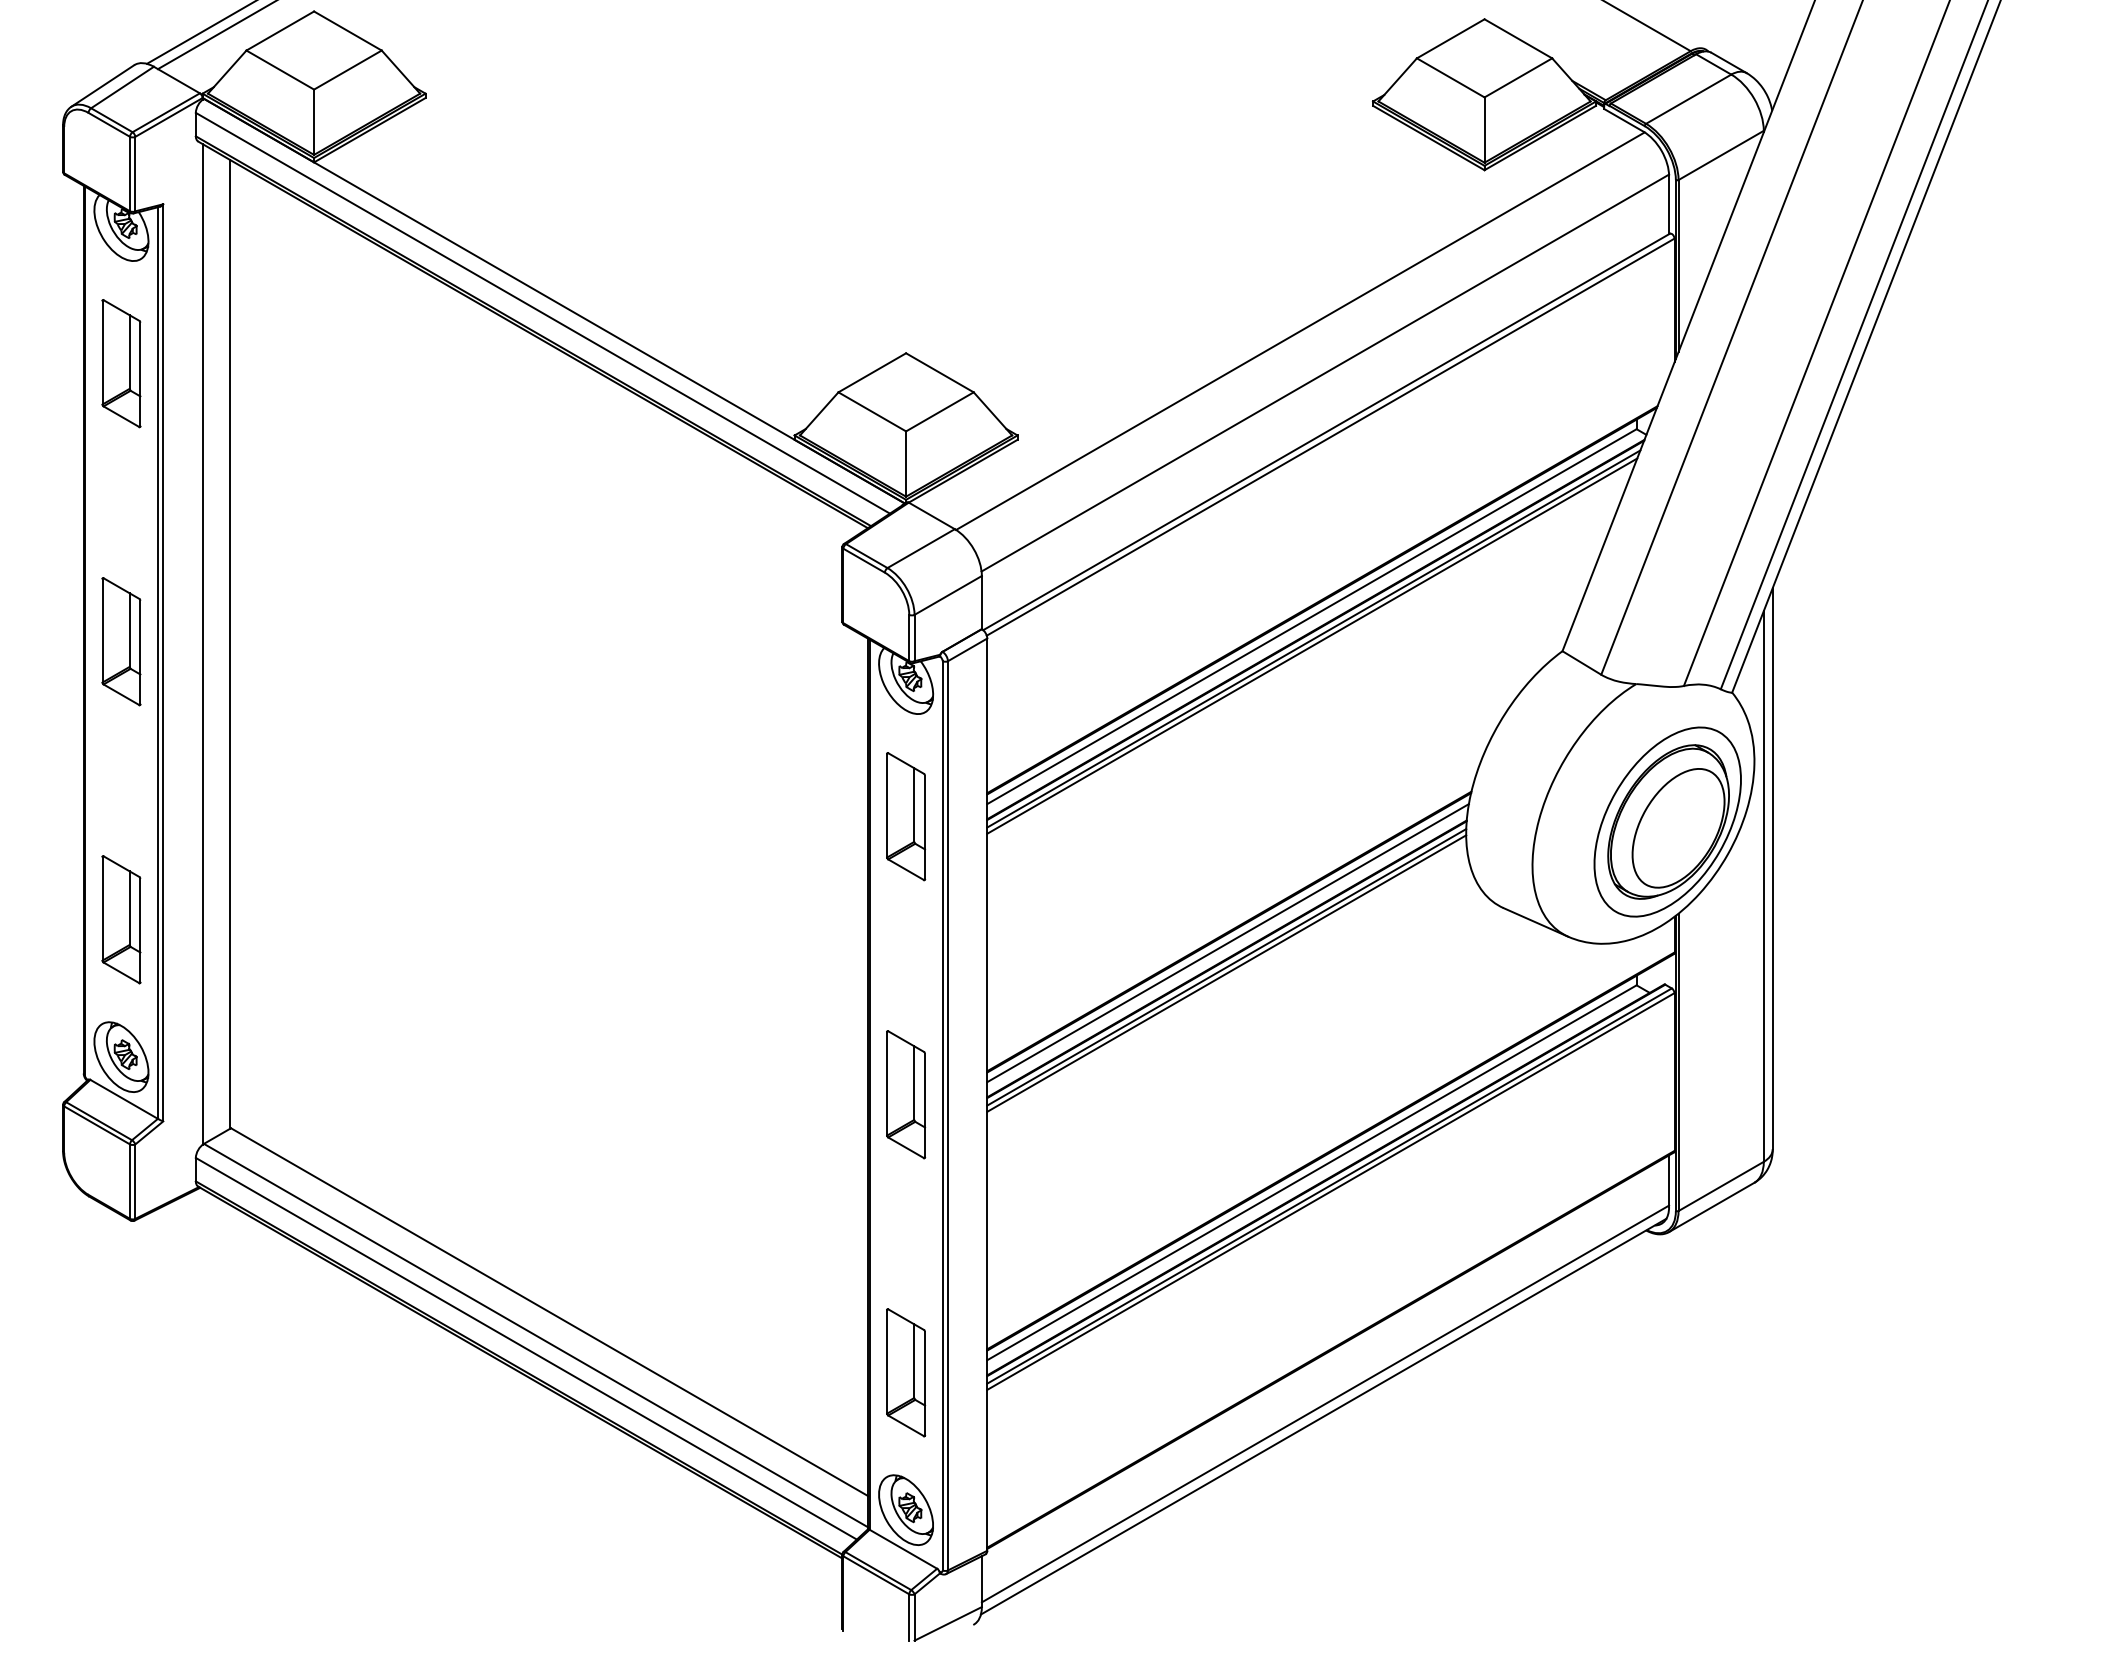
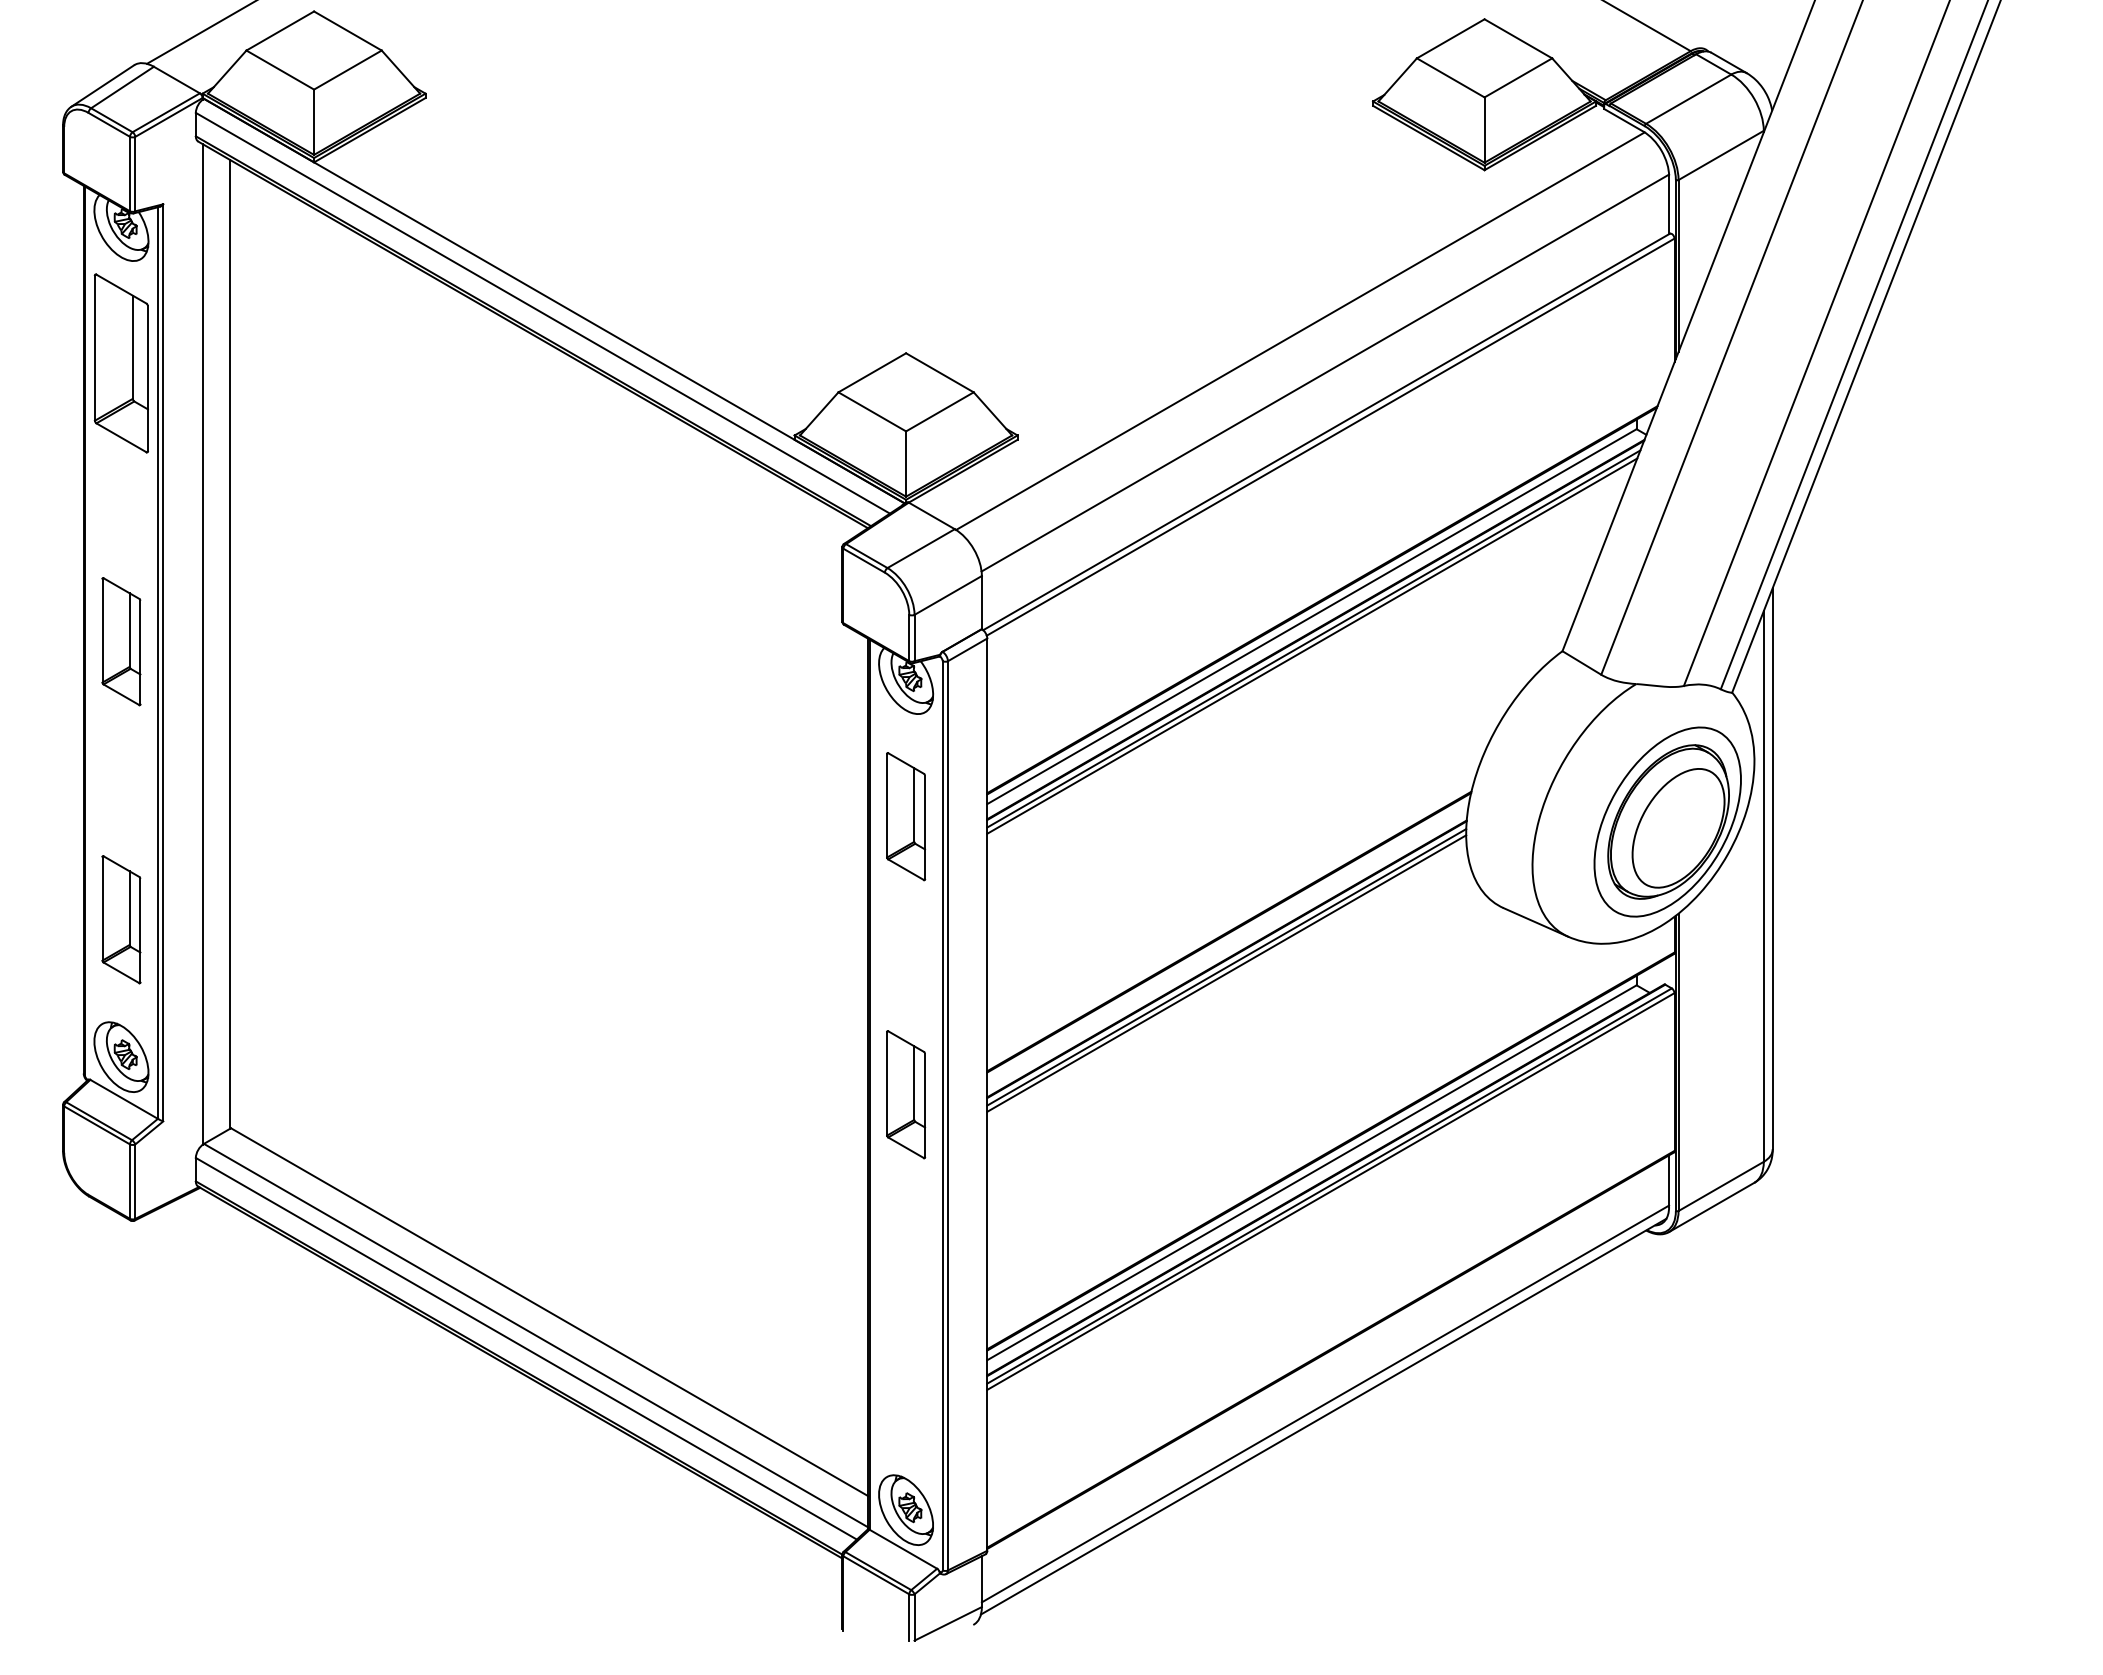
line at (215, 35): present -> none
part at (121, 363) size: 41x130 px -> 56x181 px
line at (1227, 943): present -> none
part at (906, 1372): present -> none
